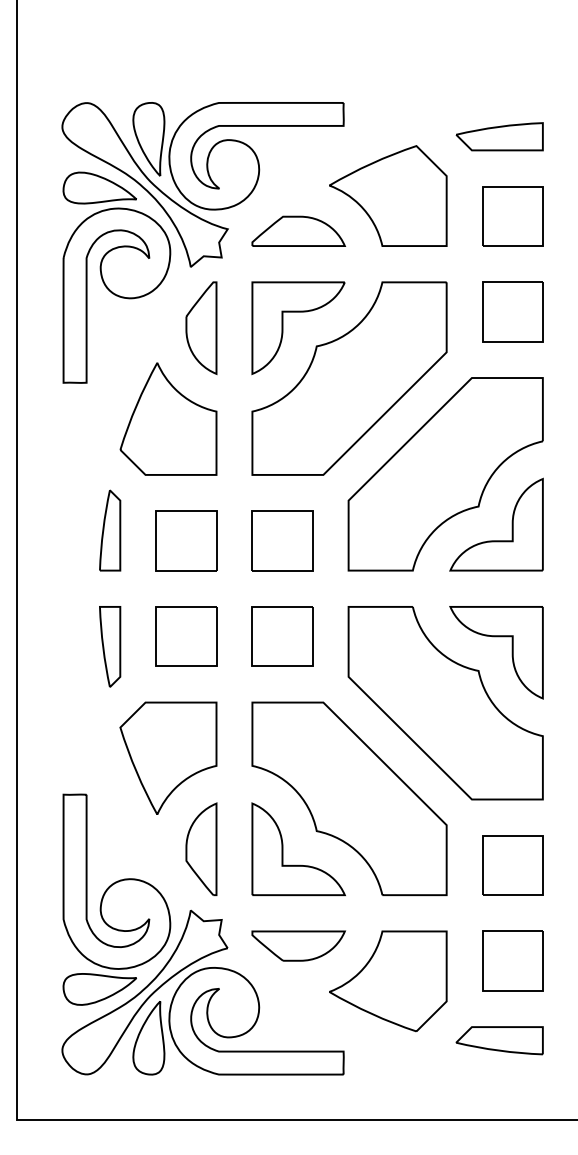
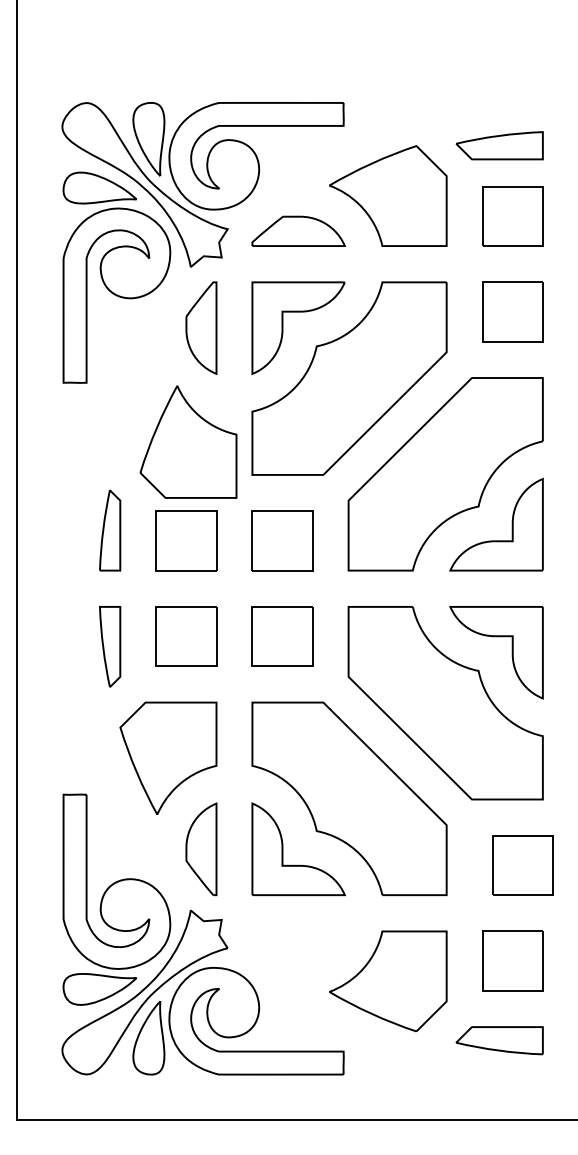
part at (499, 136) position: (499, 136) -> (499, 145)
part at (168, 418) position: (168, 418) -> (188, 441)
part at (512, 865) position: (512, 865) -> (522, 865)
part at (298, 945): present -> none
